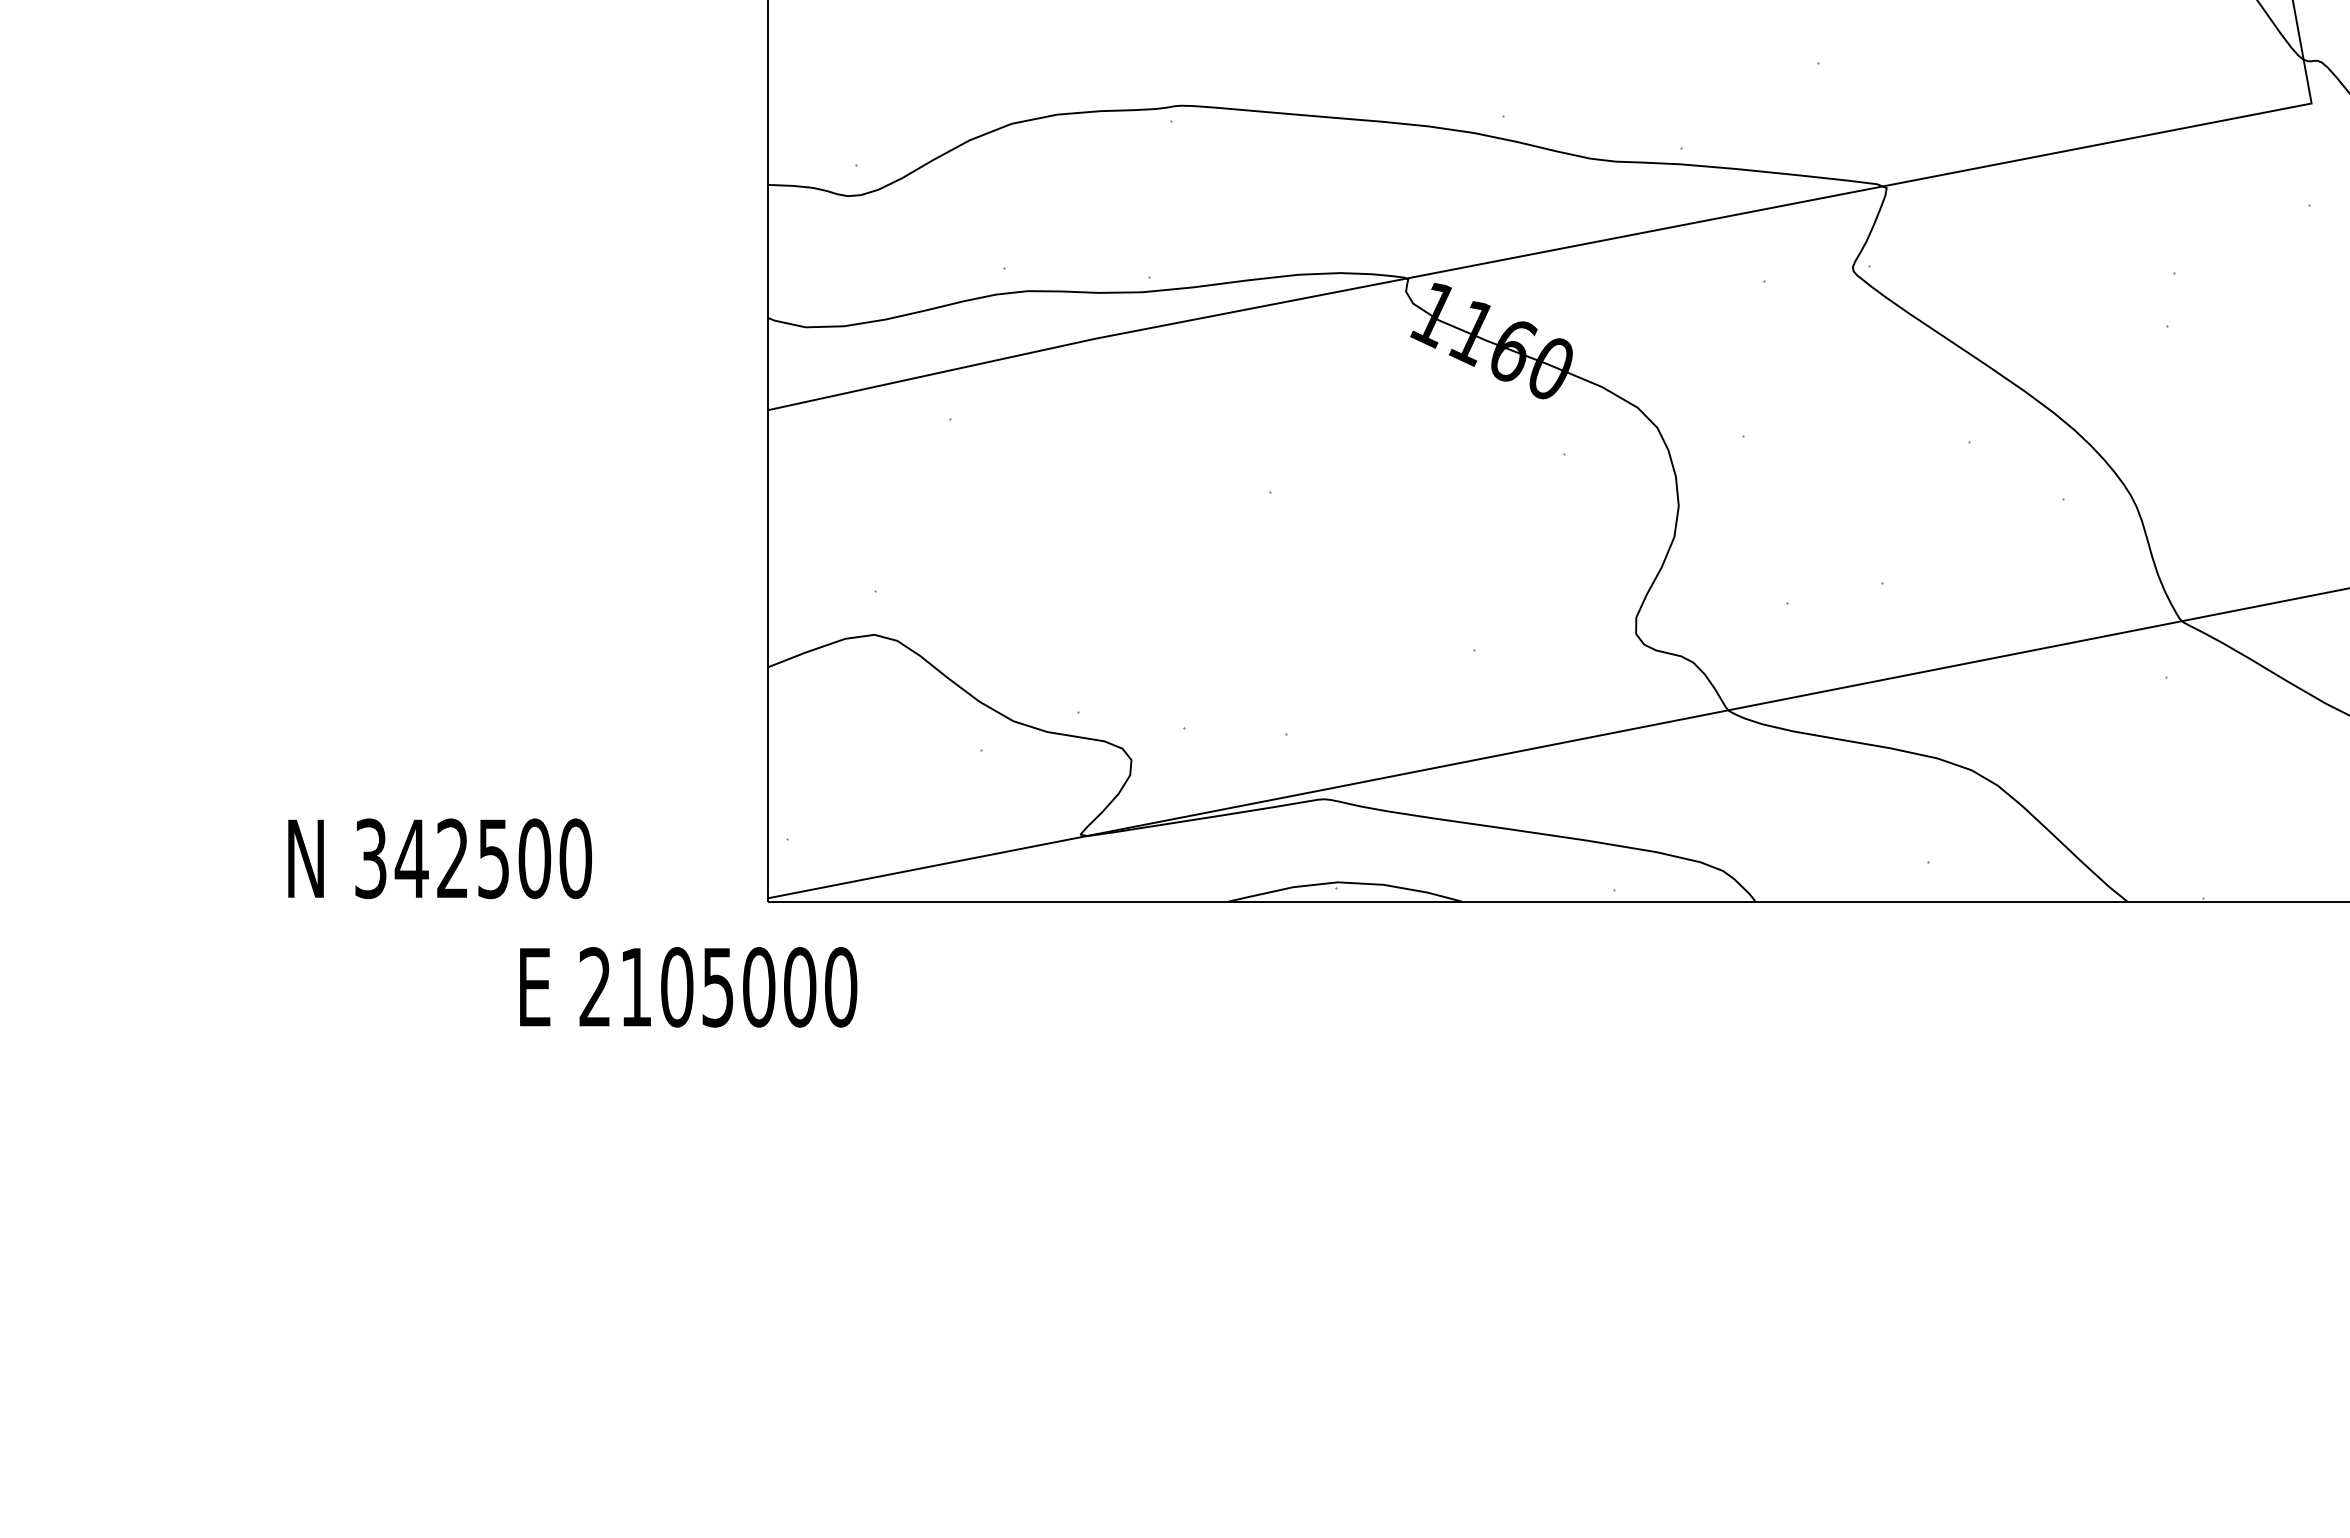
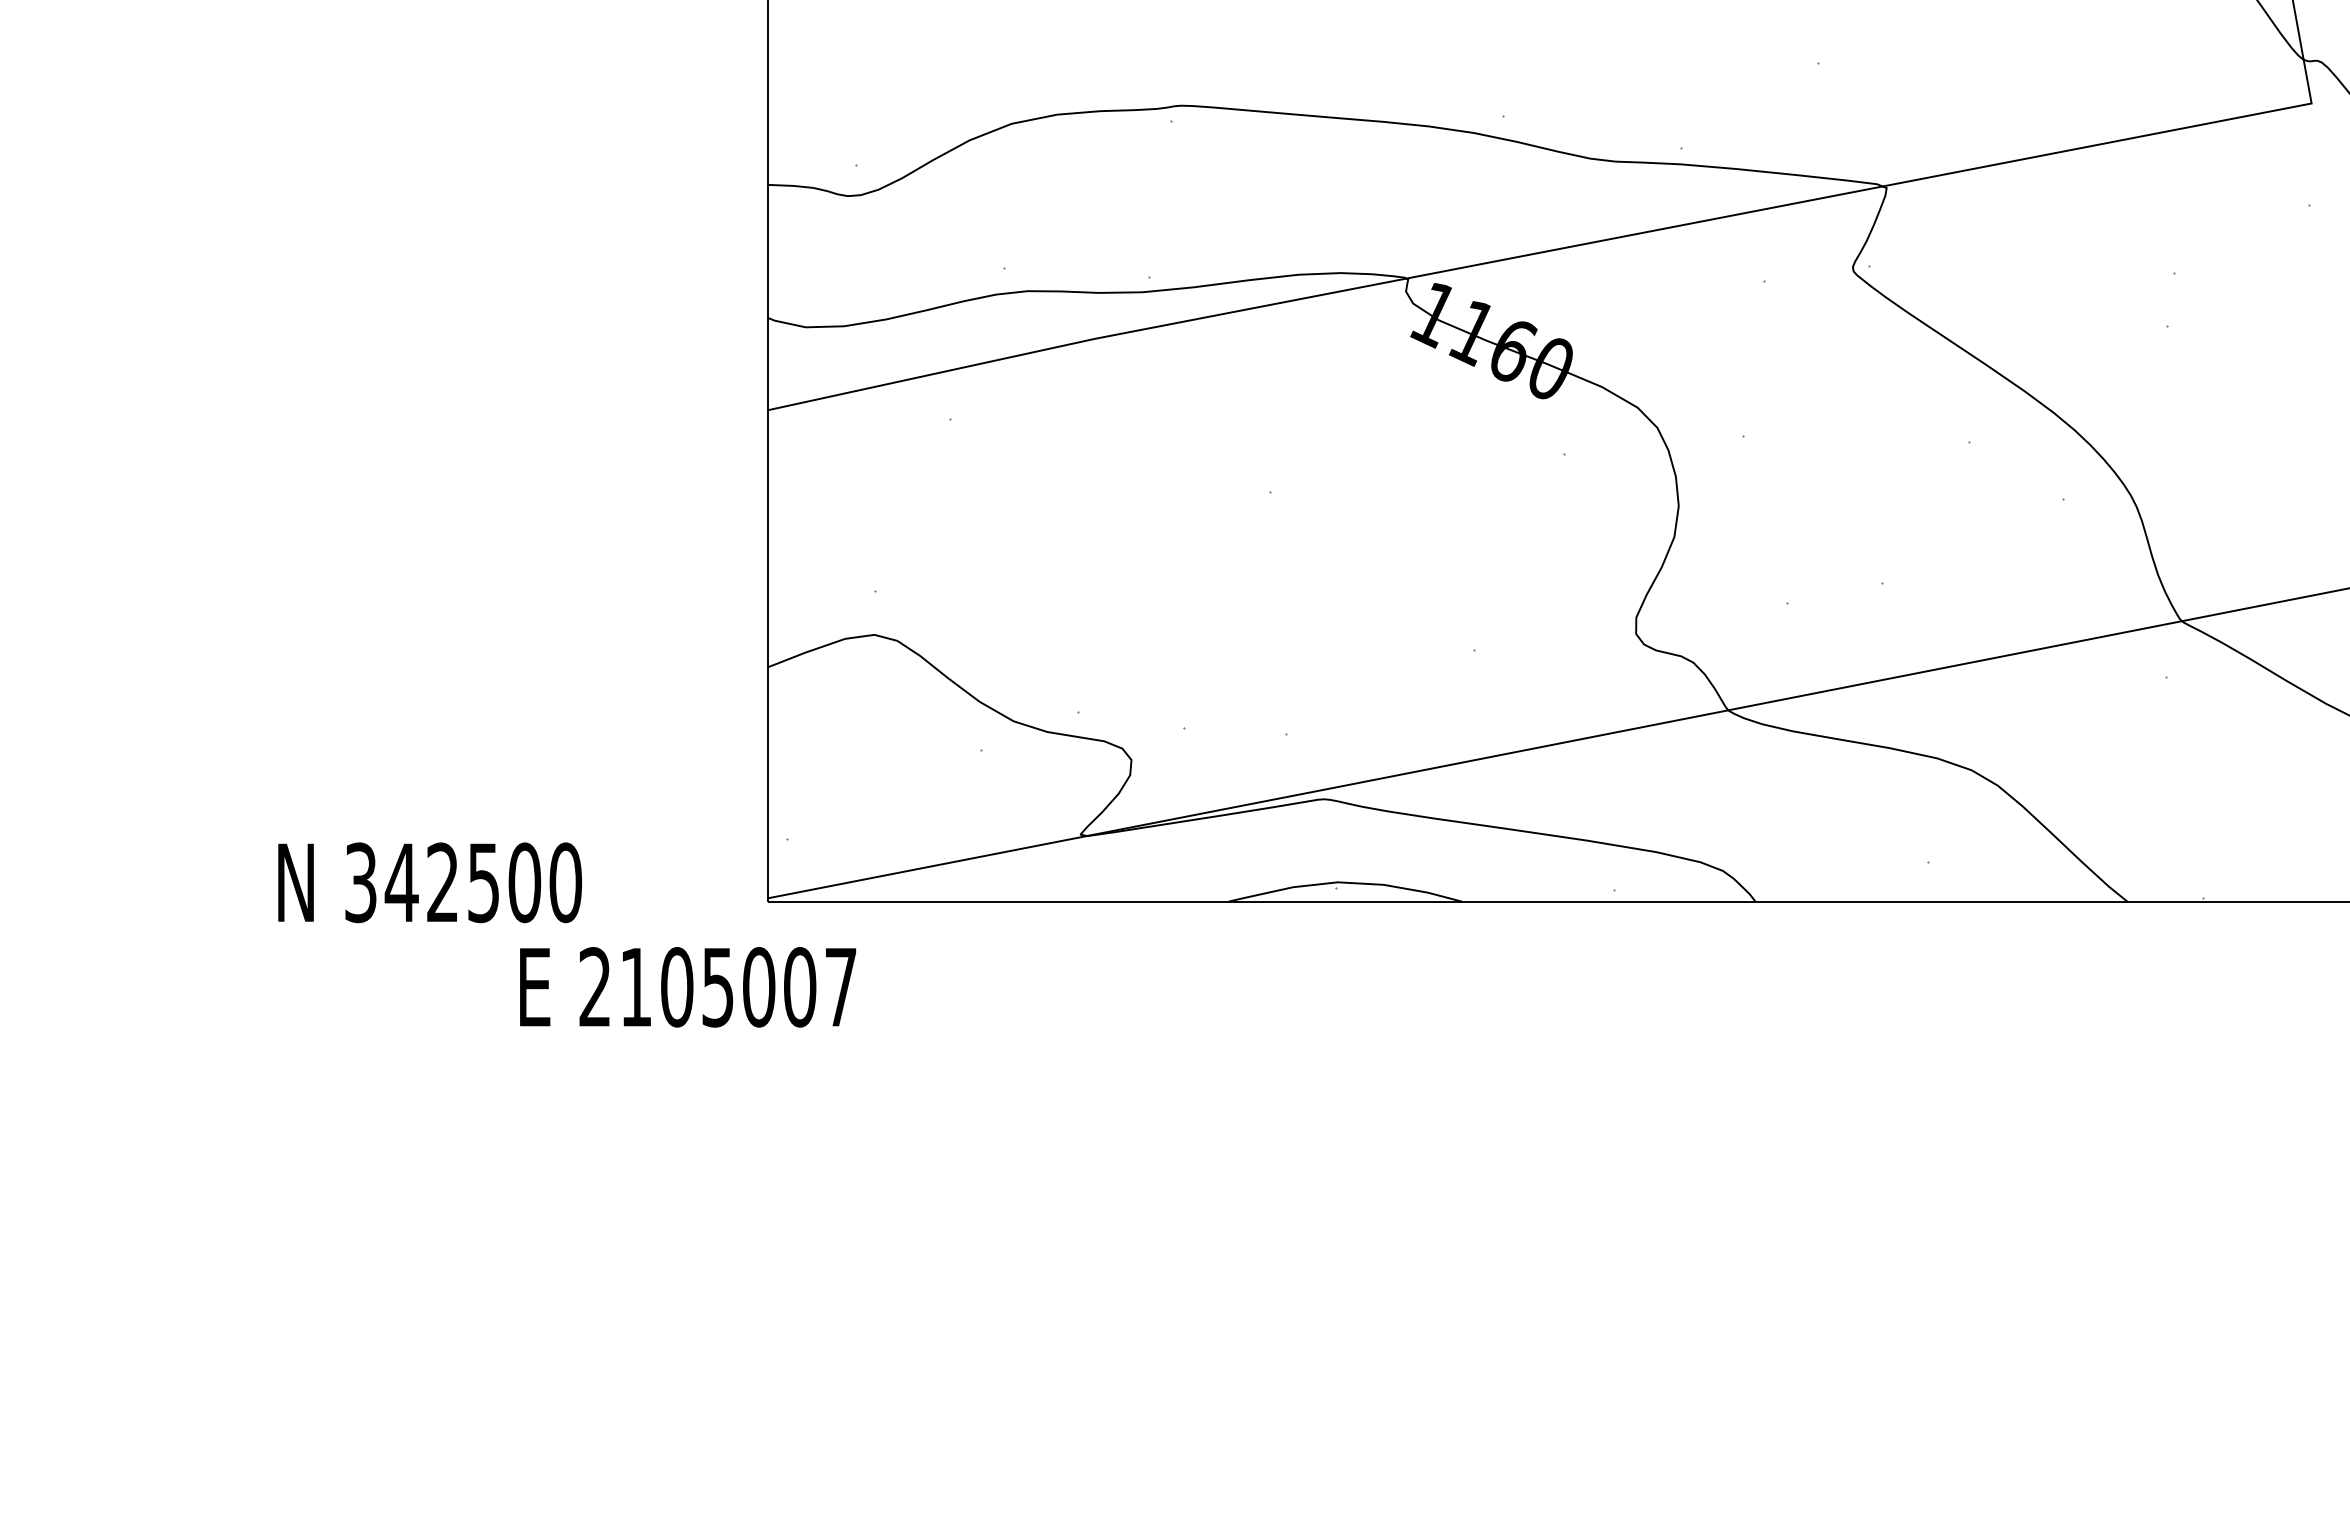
text at (439, 858) position: (439, 858) -> (429, 882)
text at (841, 987): 2105000 -> 2105007
